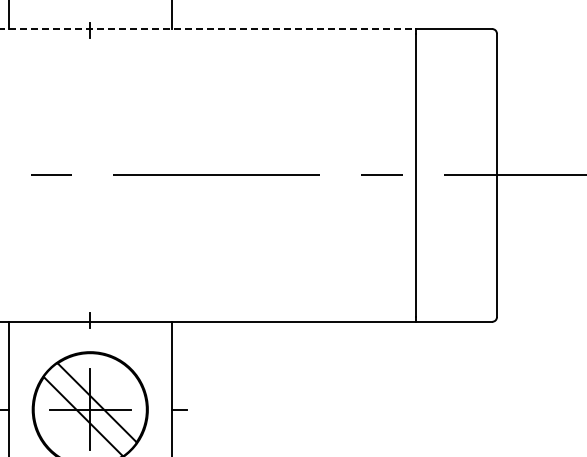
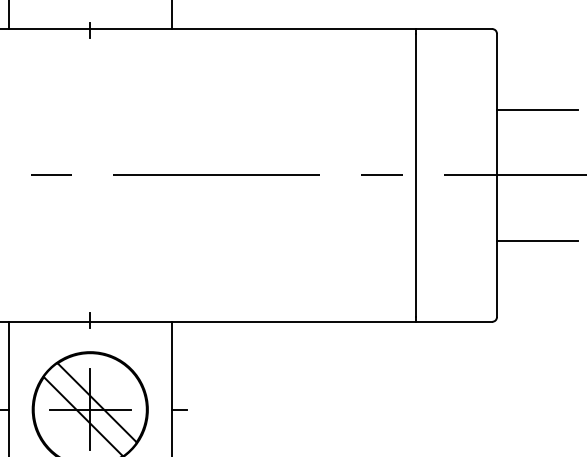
line at (208, 29): dashed -> solid
line at (537, 110): none -> present
line at (537, 240): none -> present
